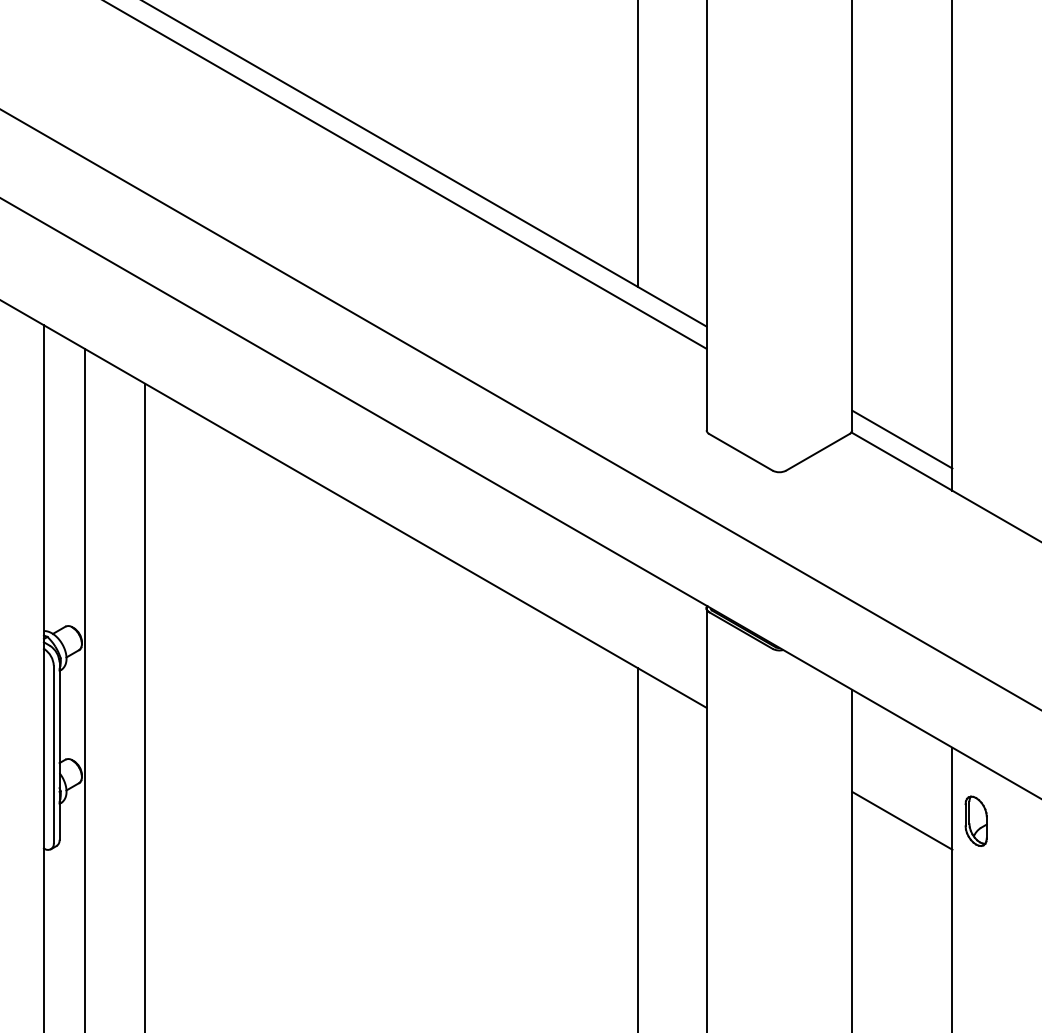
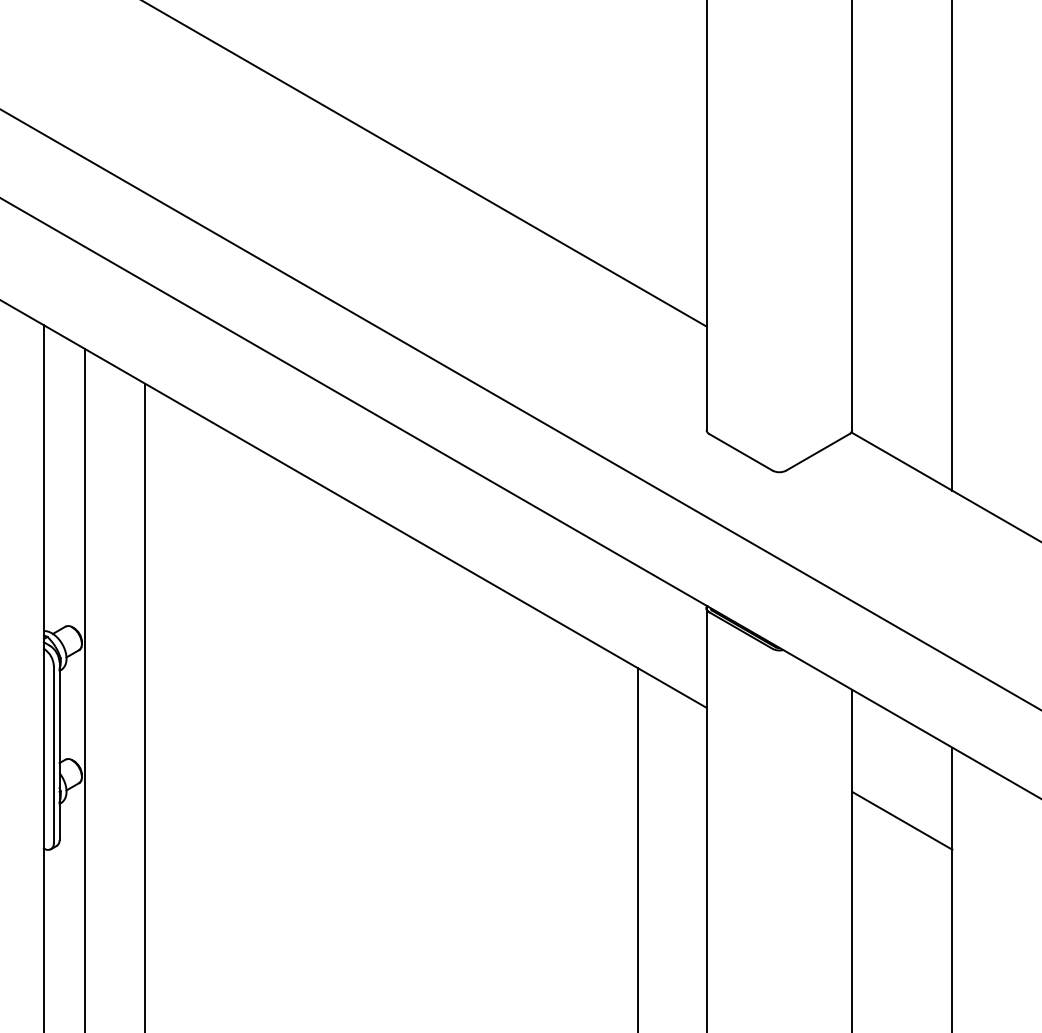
line at (637, 144): present -> none
line at (406, 175): present -> none
line at (902, 439): present -> none
part at (975, 820): present -> none
